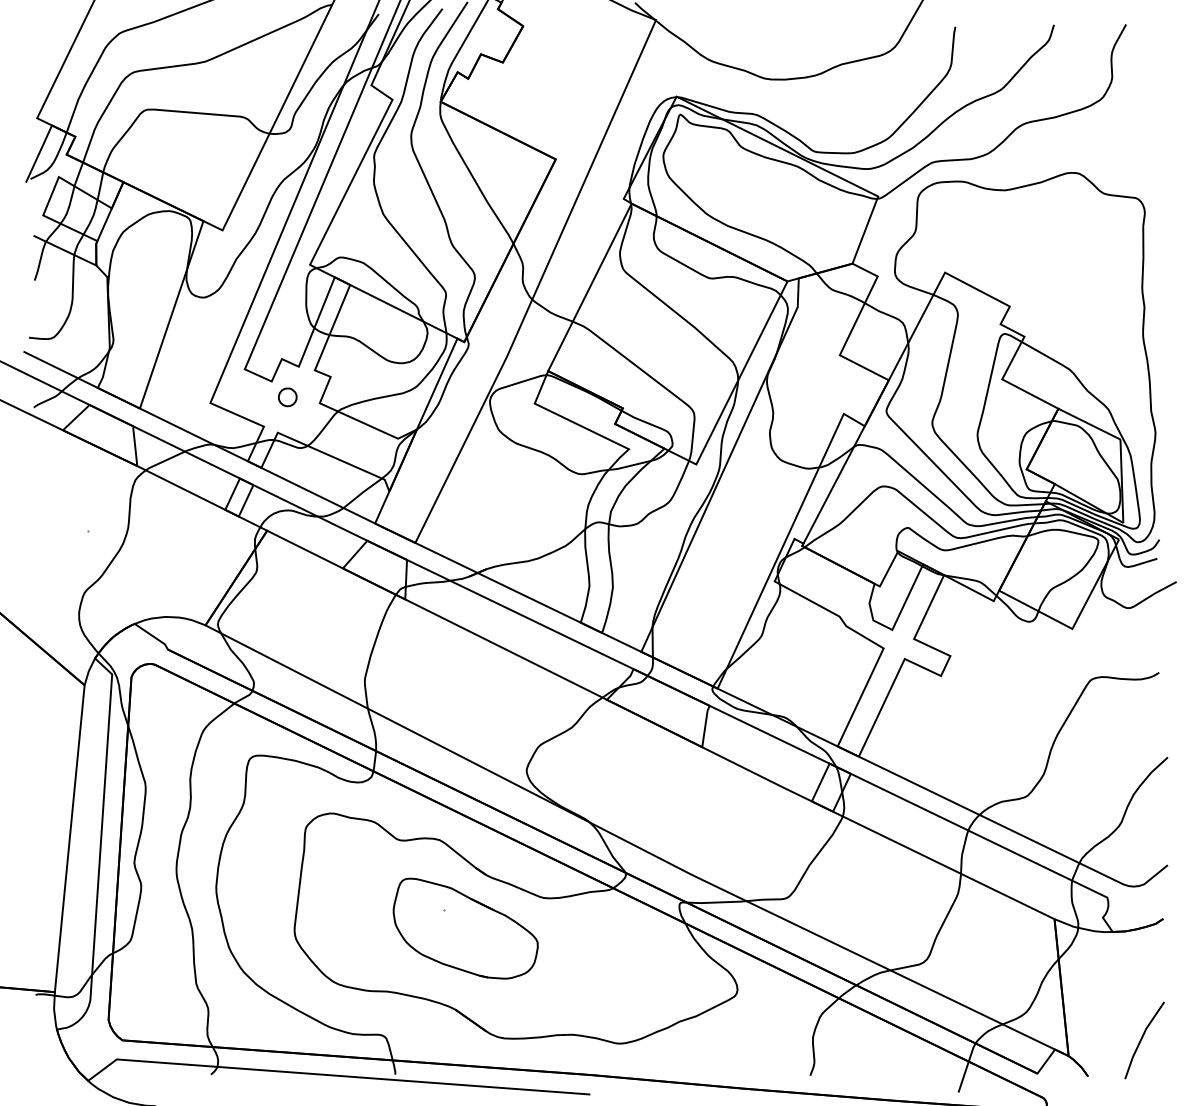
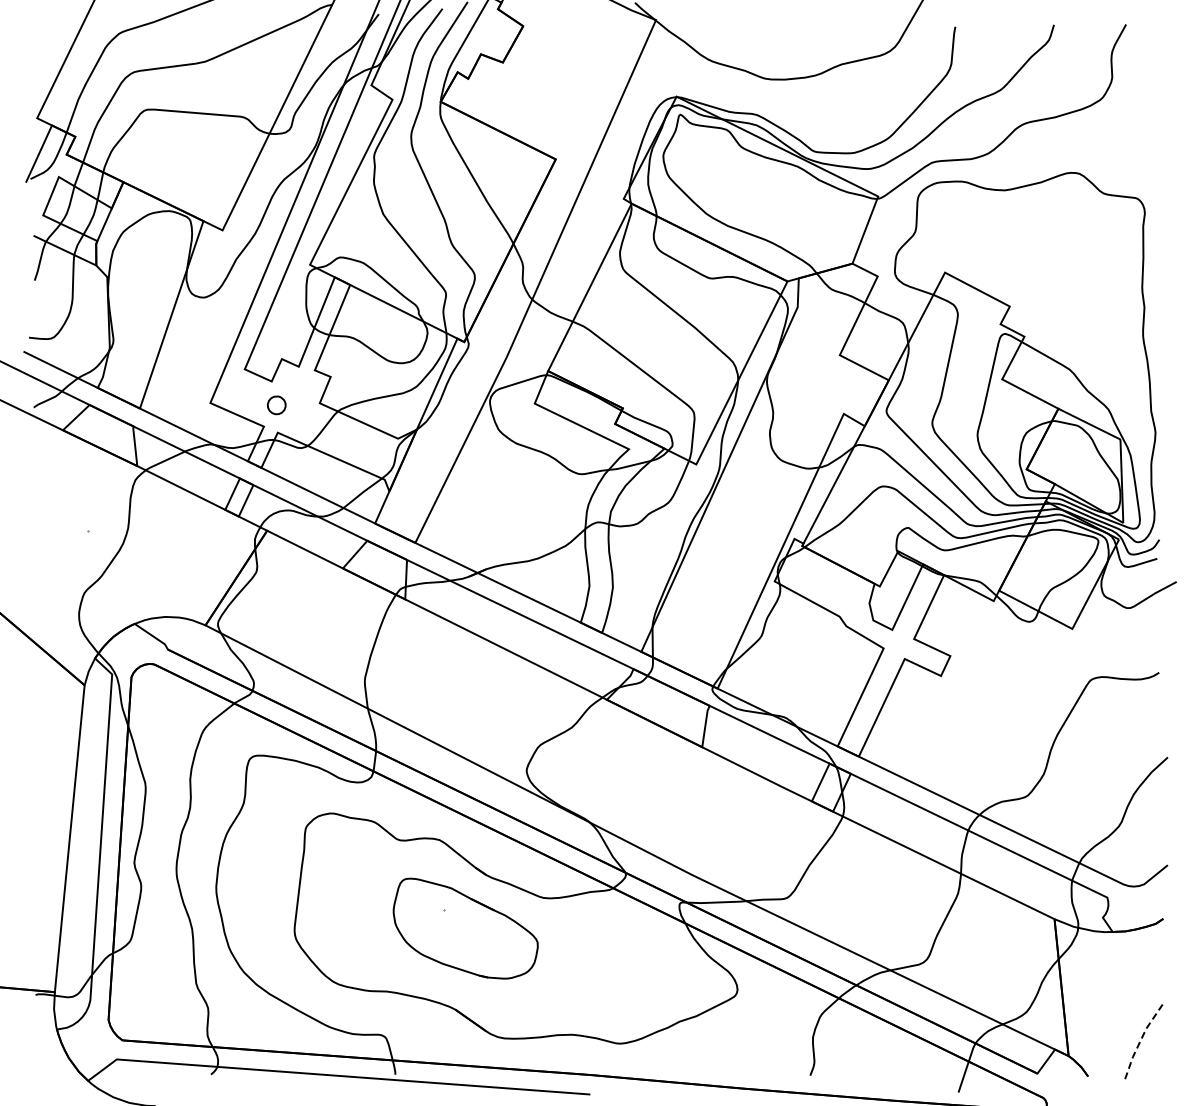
part at (287, 397) position: (287, 397) -> (276, 405)
line at (1141, 1038): solid -> dashed
